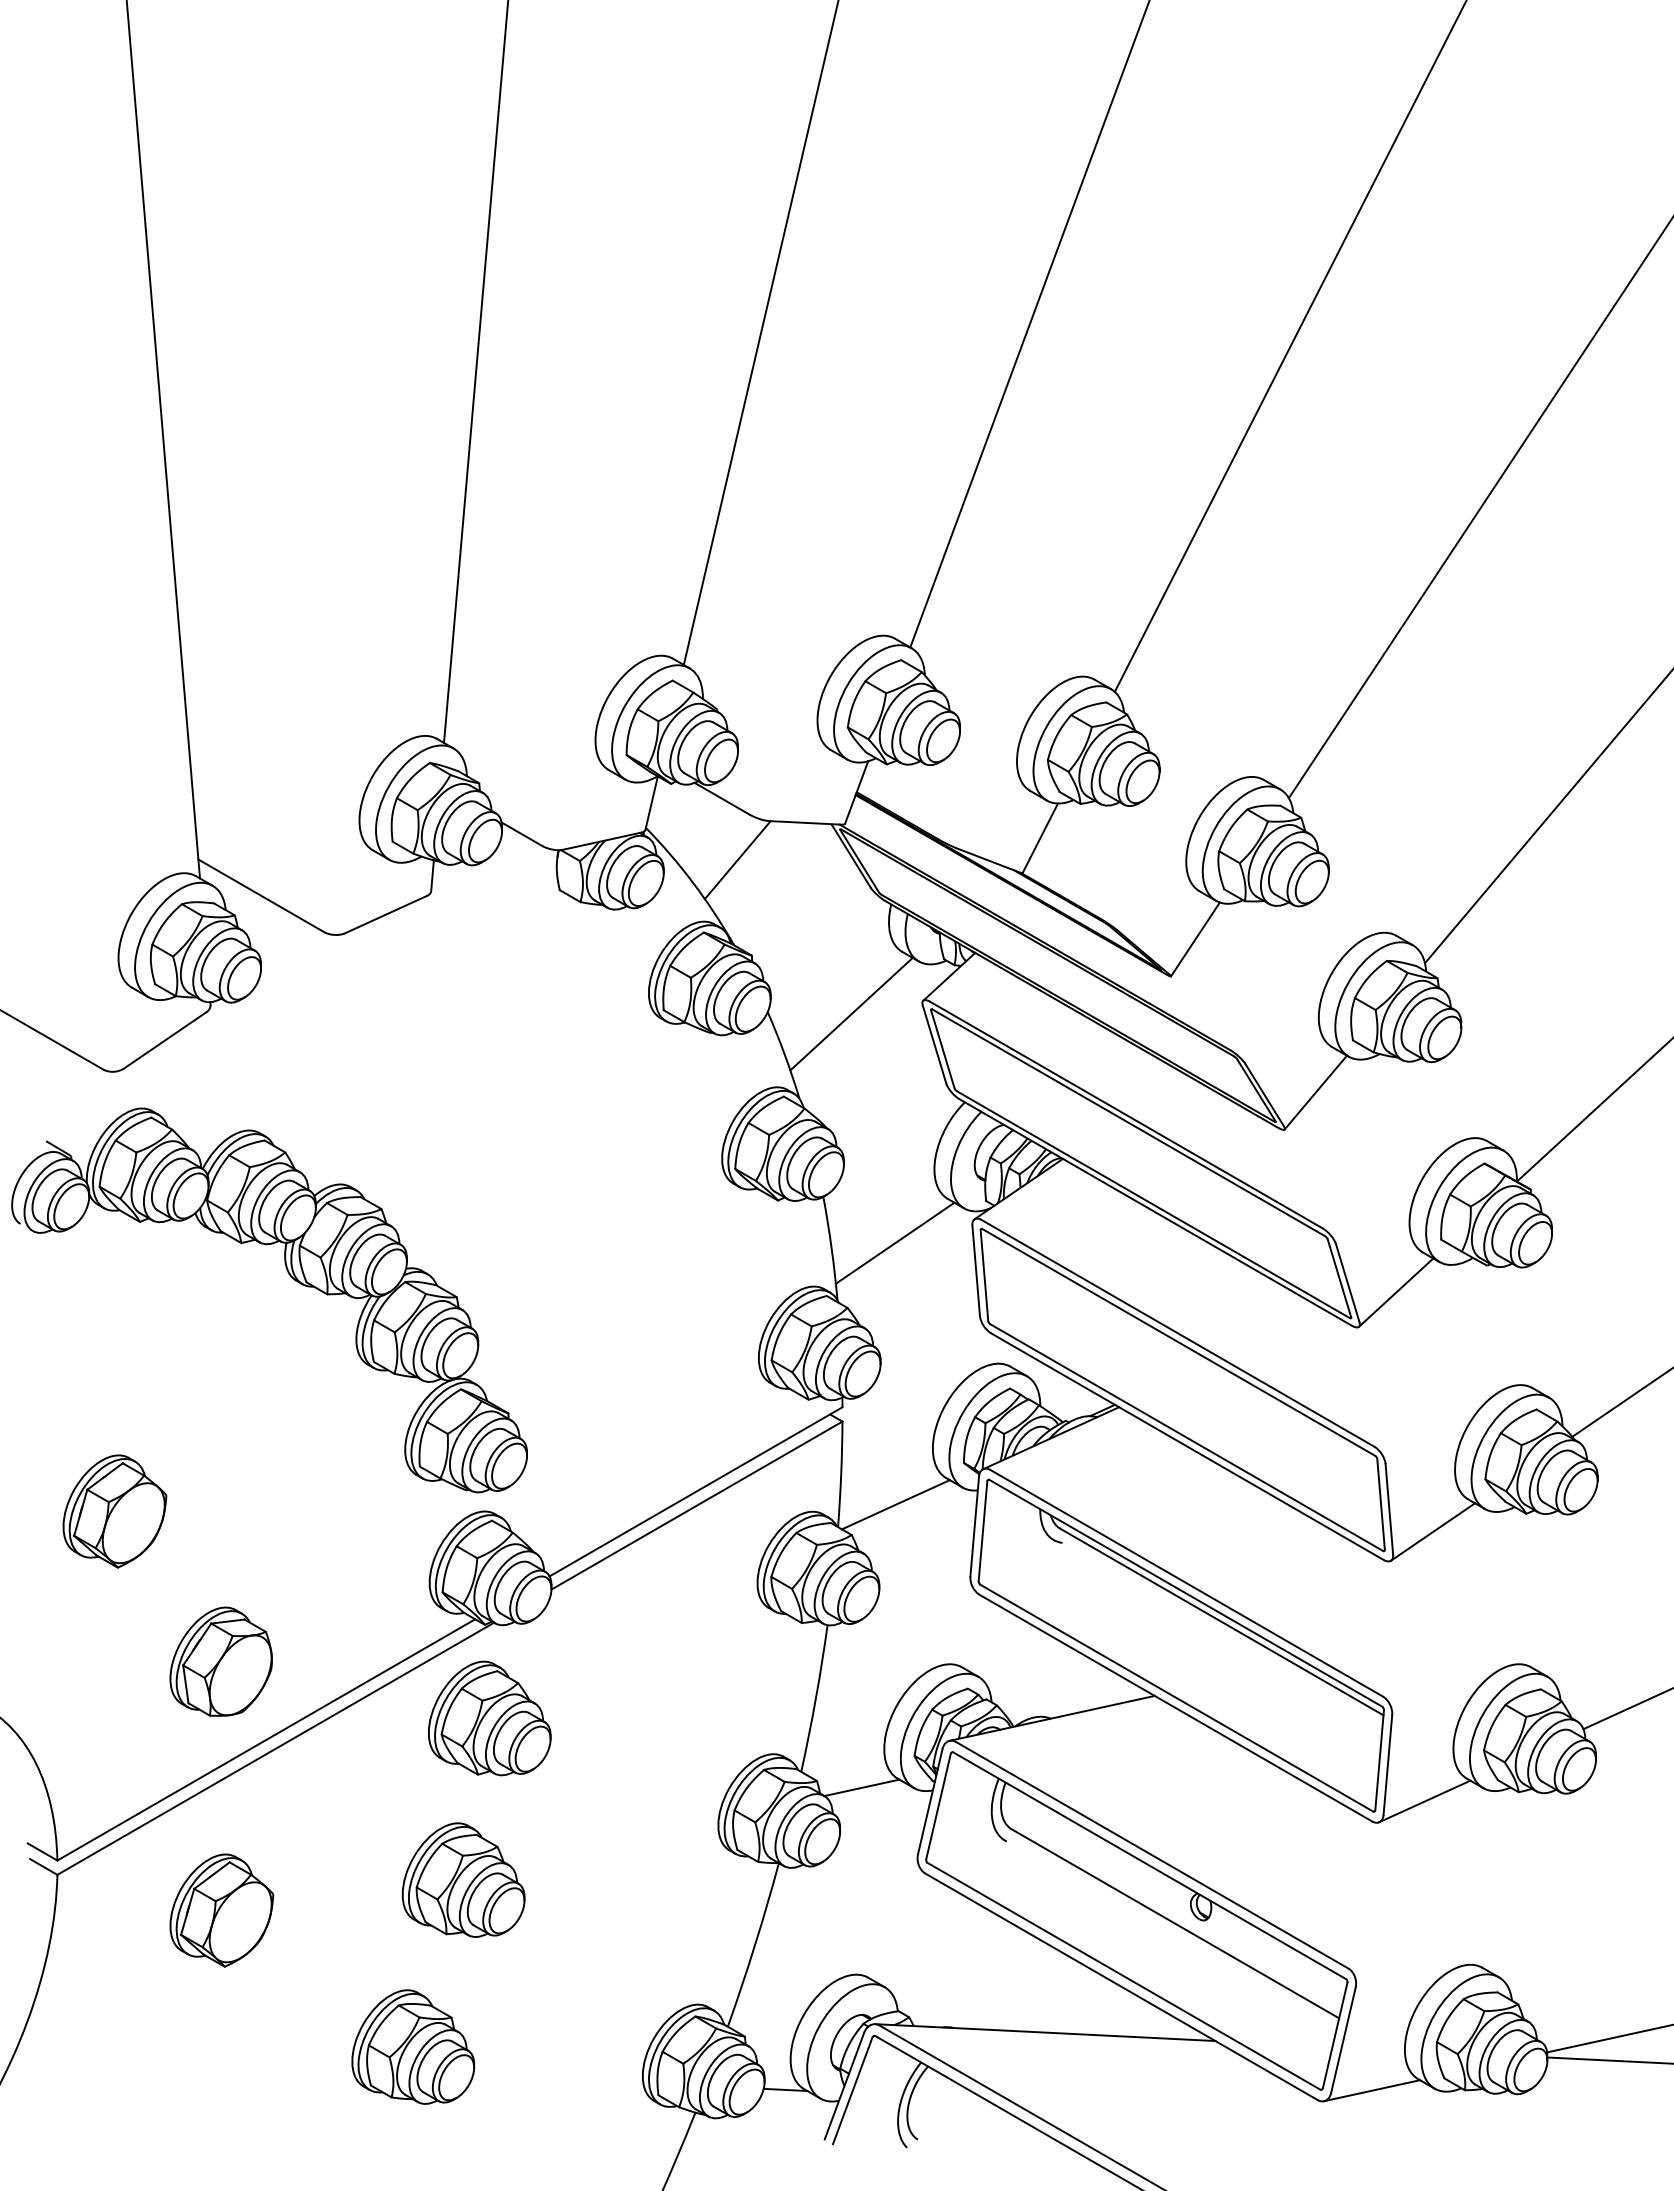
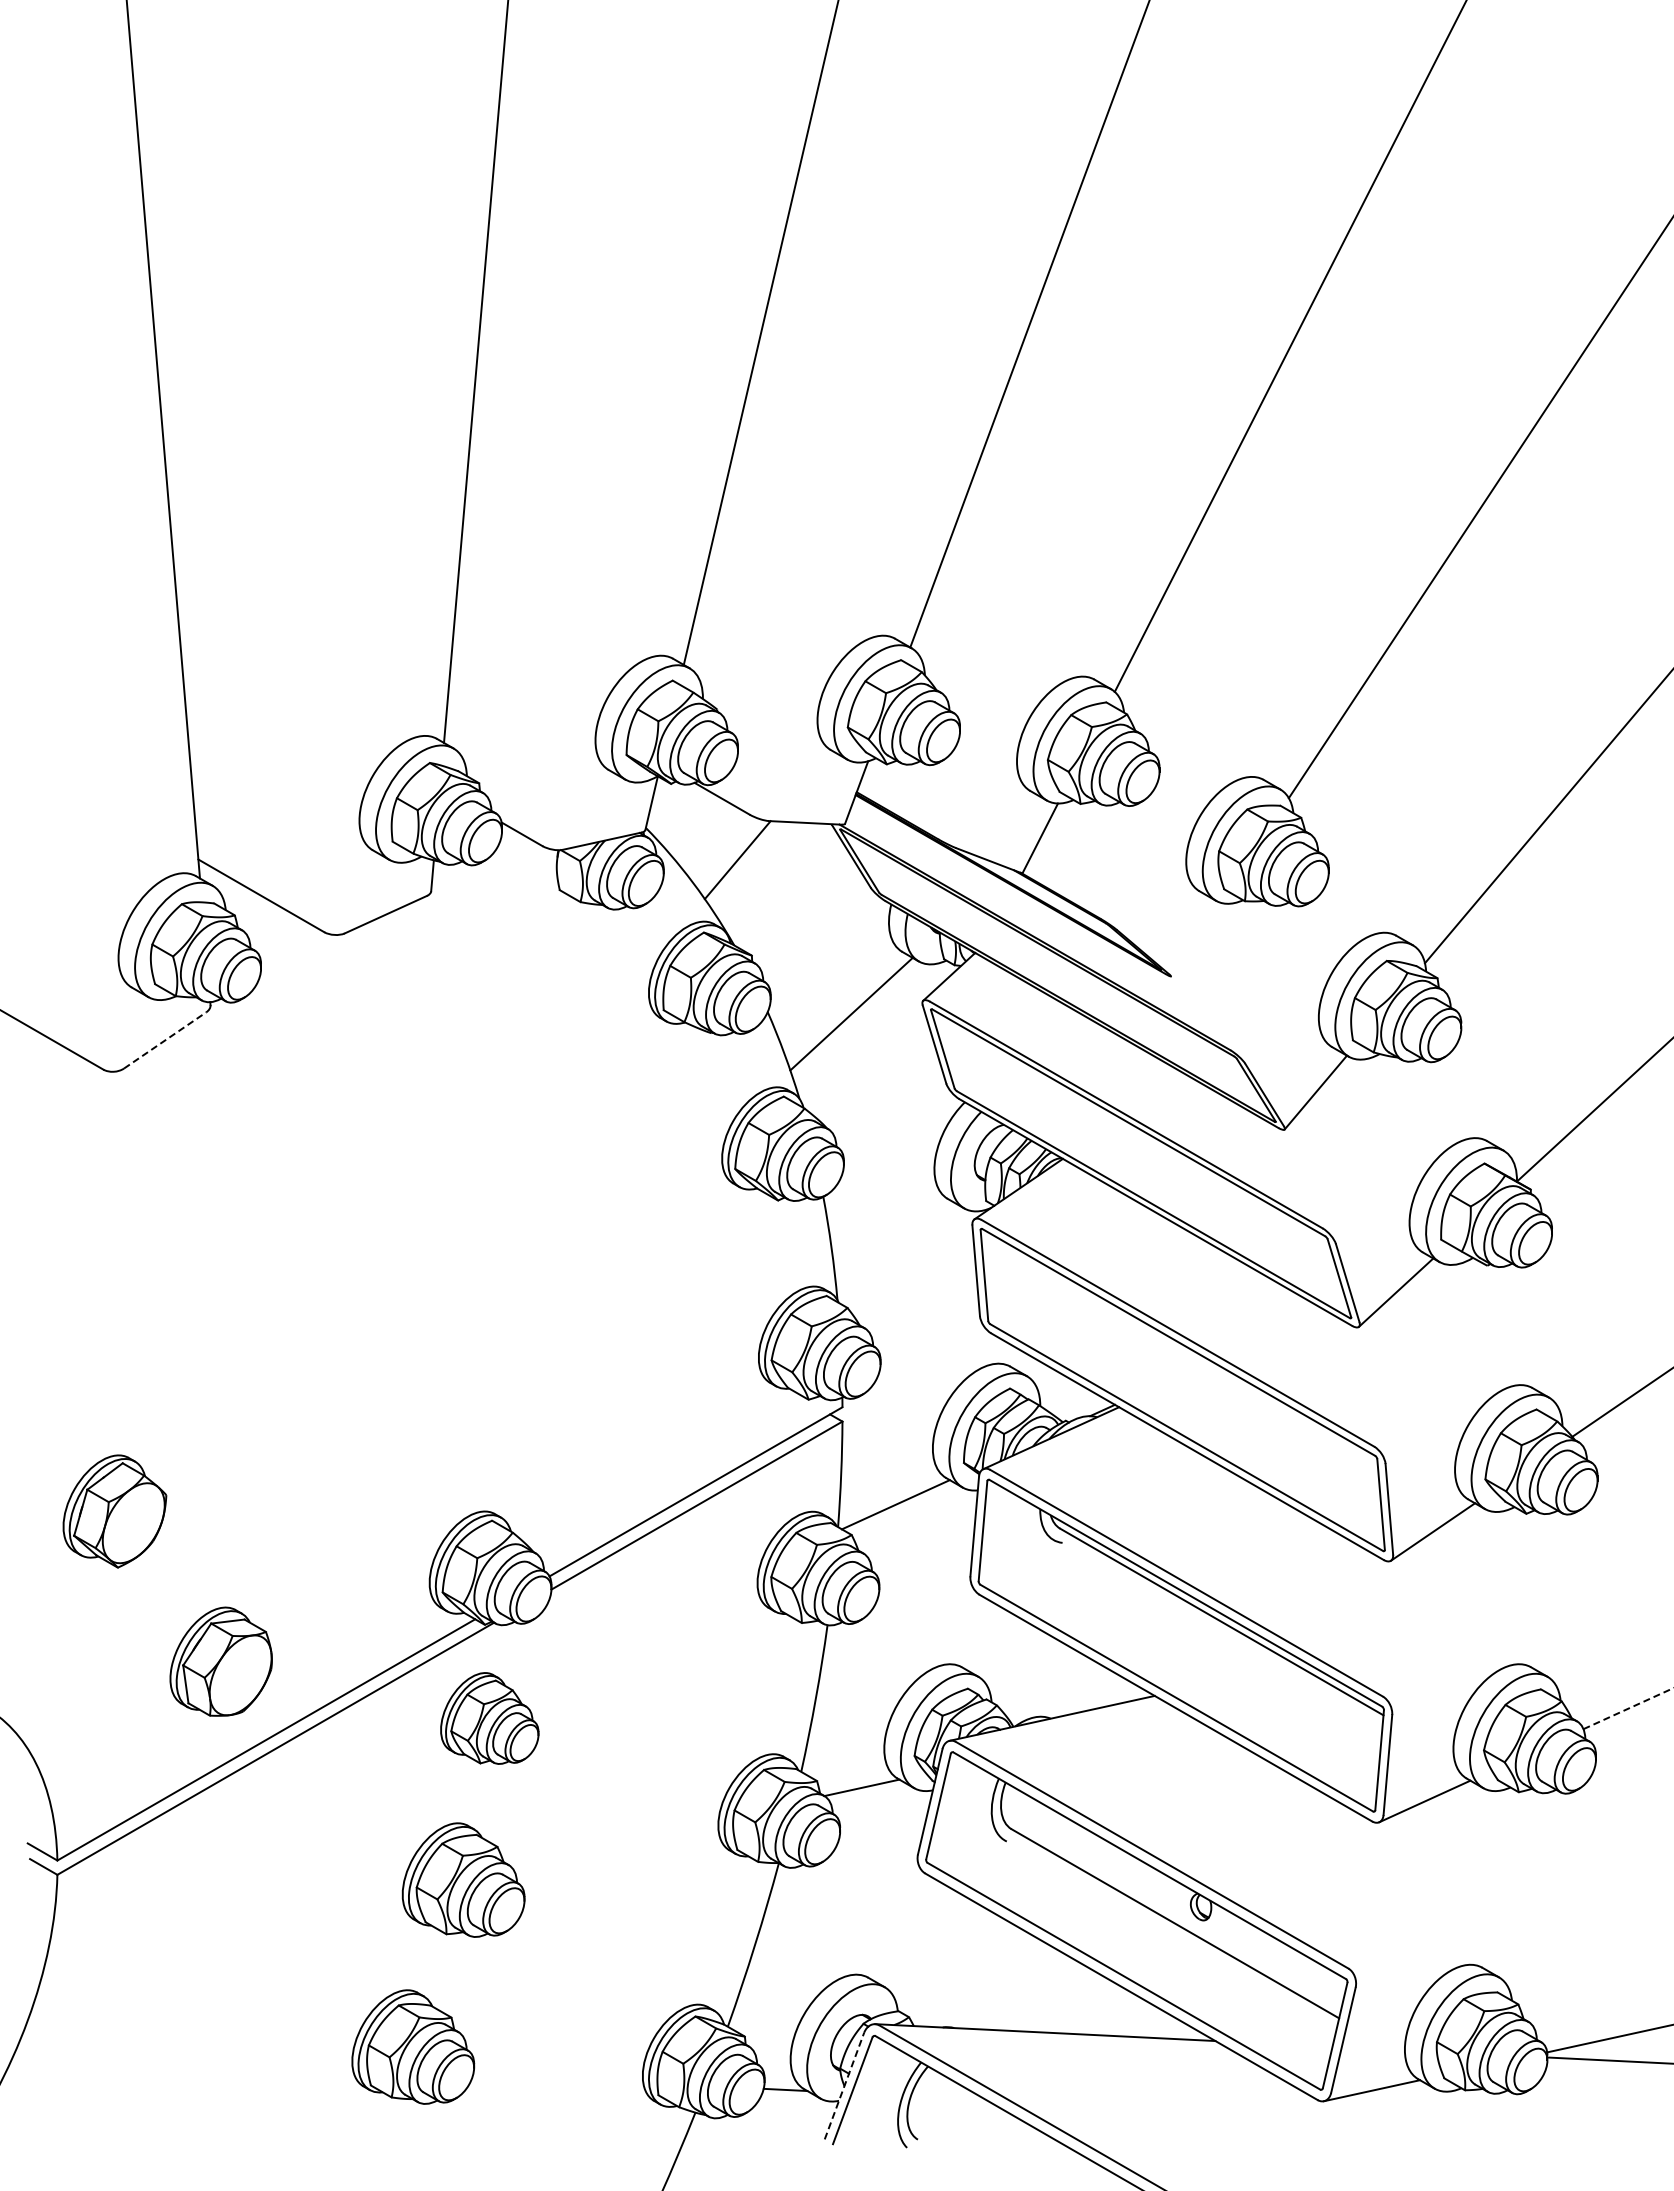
line at (1195, 939): present -> none
line at (165, 1040): solid -> dashed
line at (894, 1242): present -> none
part at (291, 1277): present -> none
line at (1628, 1708): solid -> dashed
part at (489, 1718) size: 124x117 px -> 100x93 px
part at (221, 1910): present -> none
line at (844, 2086): solid -> dashed
